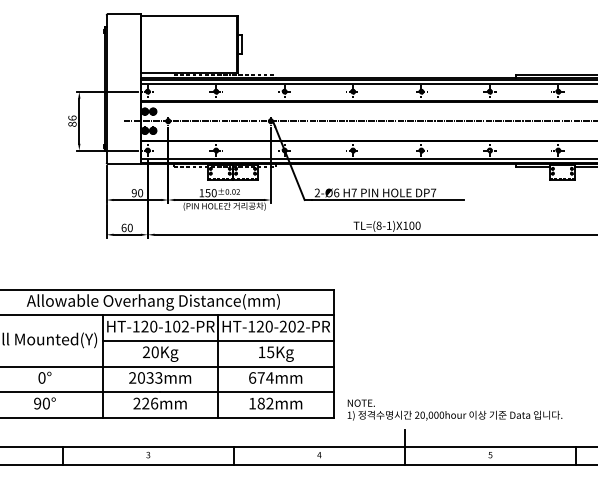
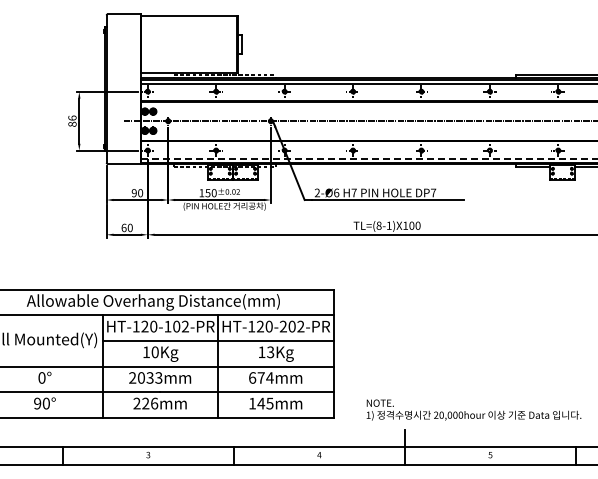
line at (369, 158): solid -> dashed
text at (146, 351): 20Kg -> 10Kg
text at (270, 351): 15Kg -> 13Kg
text at (265, 403): 182mm -> 145mm
text at (454, 409) position: (454, 409) -> (473, 409)
